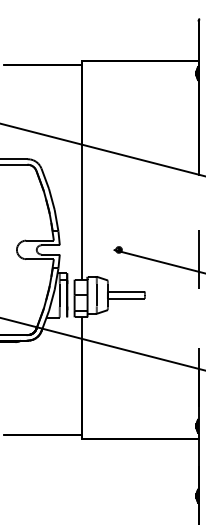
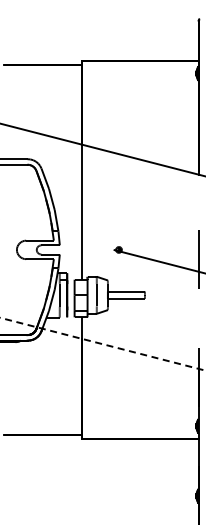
line at (102, 344): solid -> dashed
